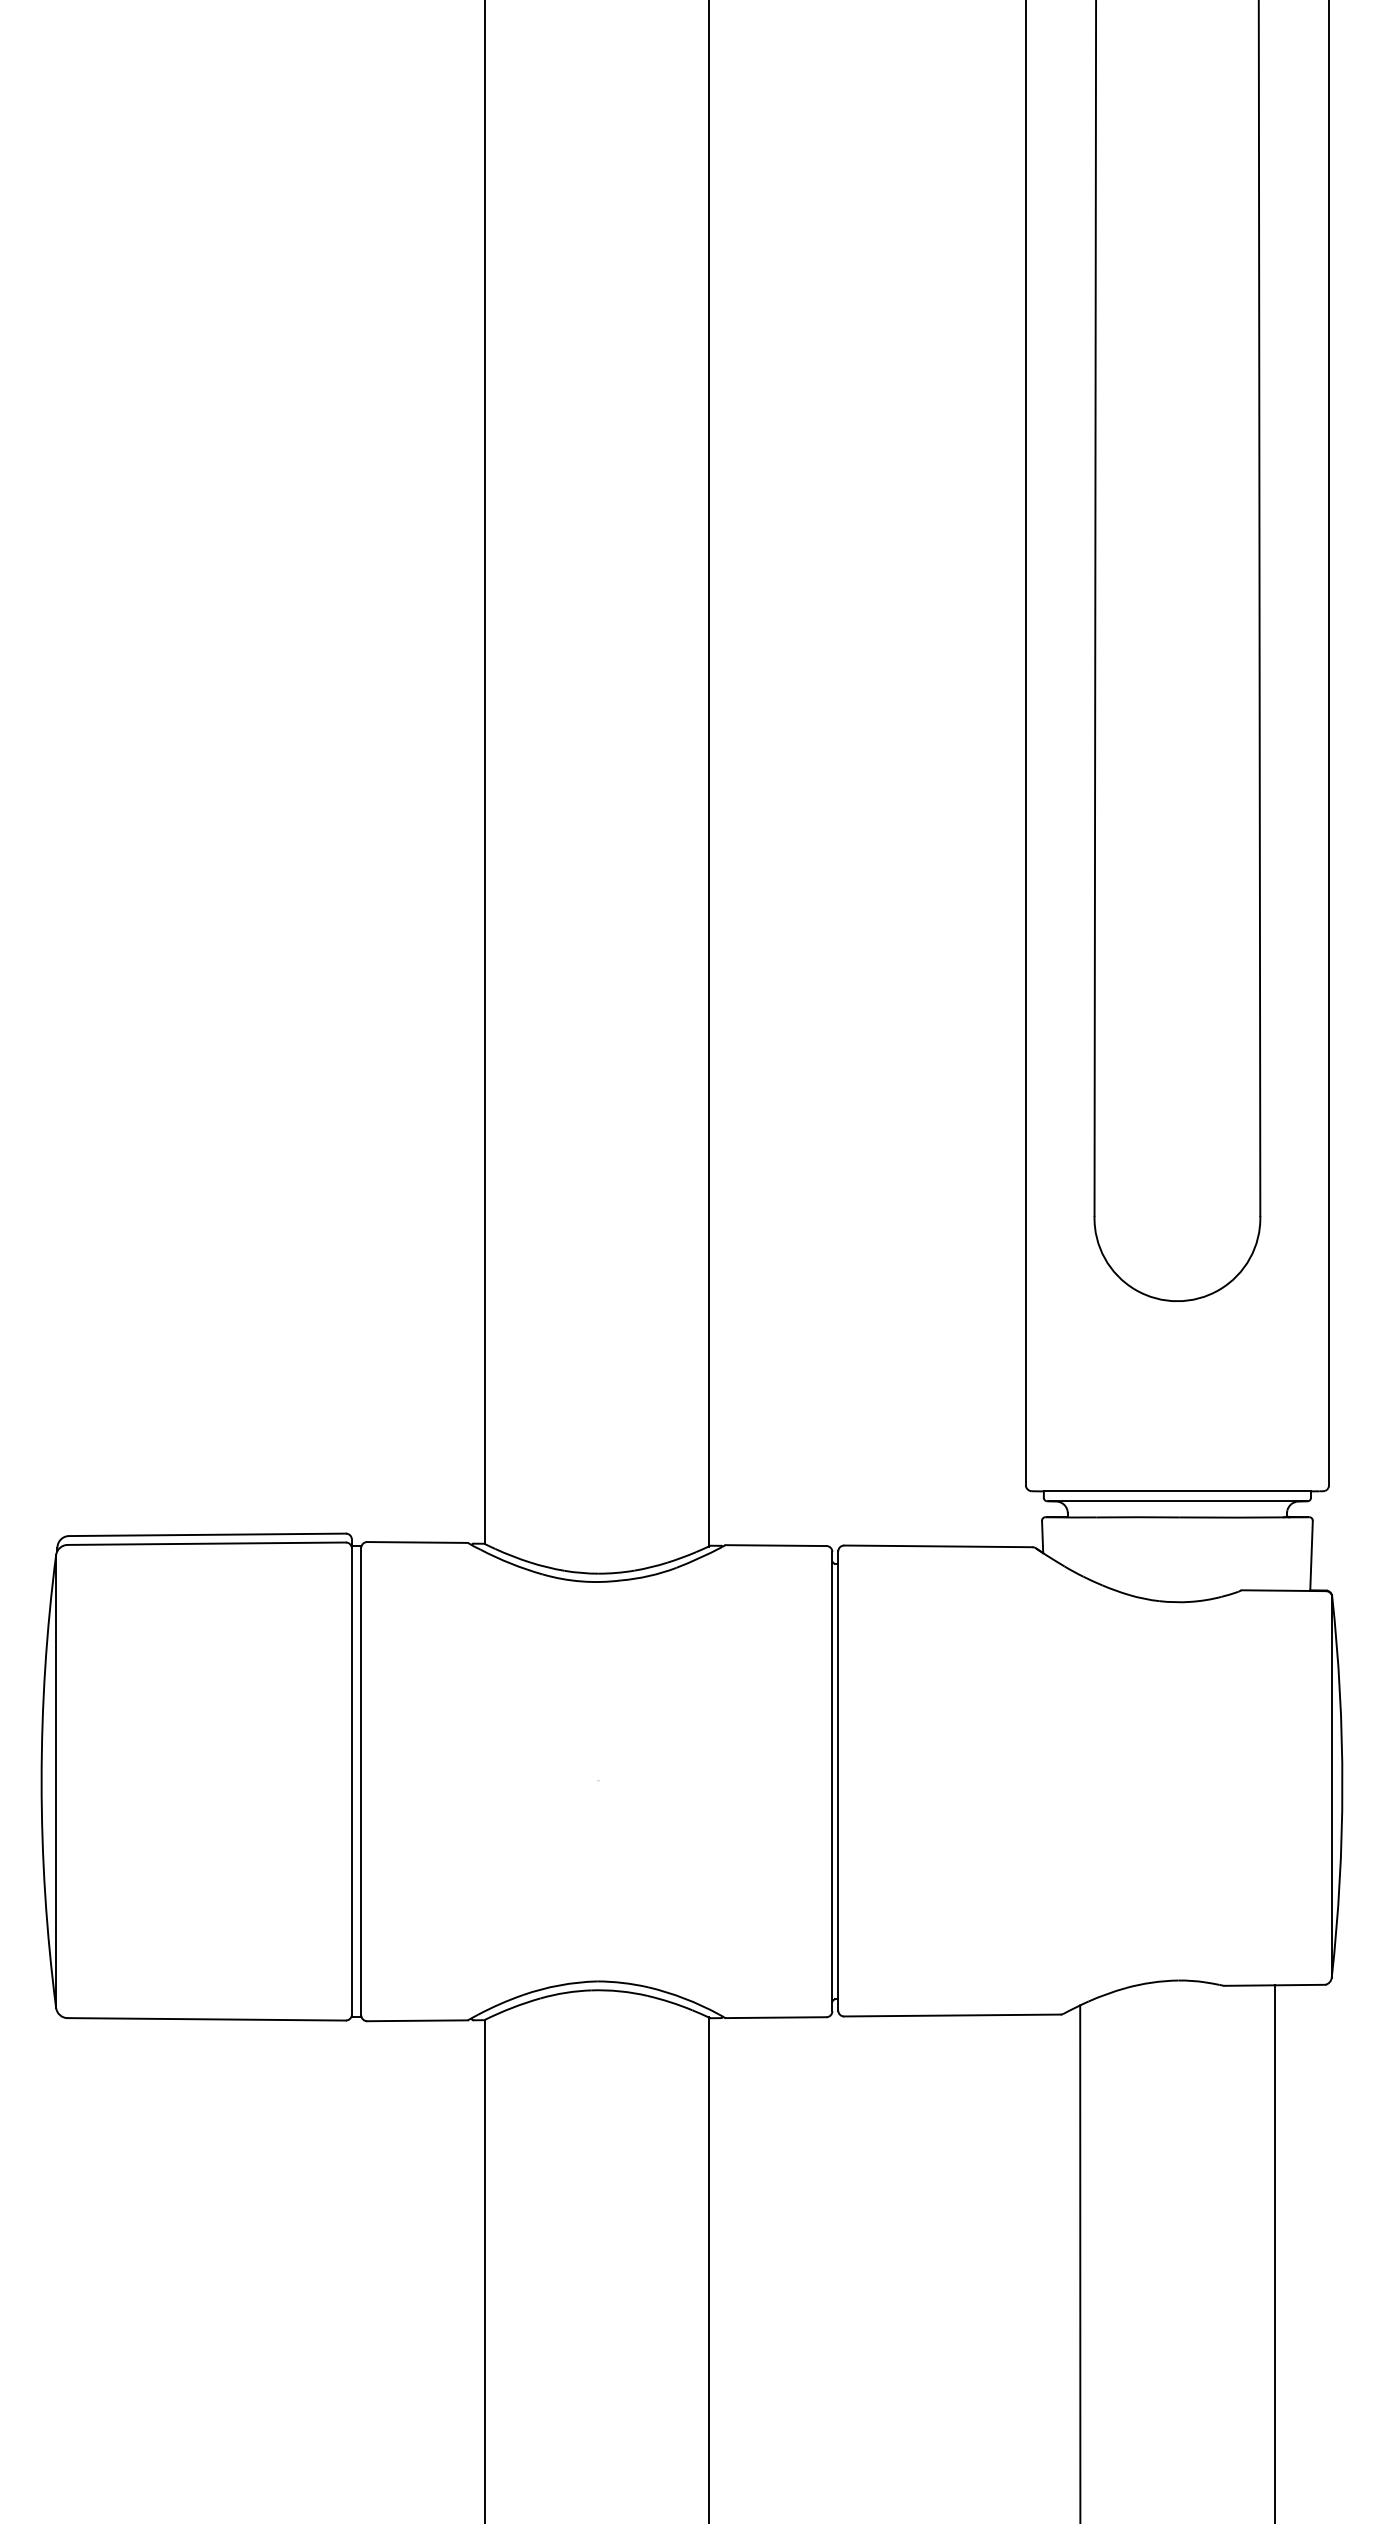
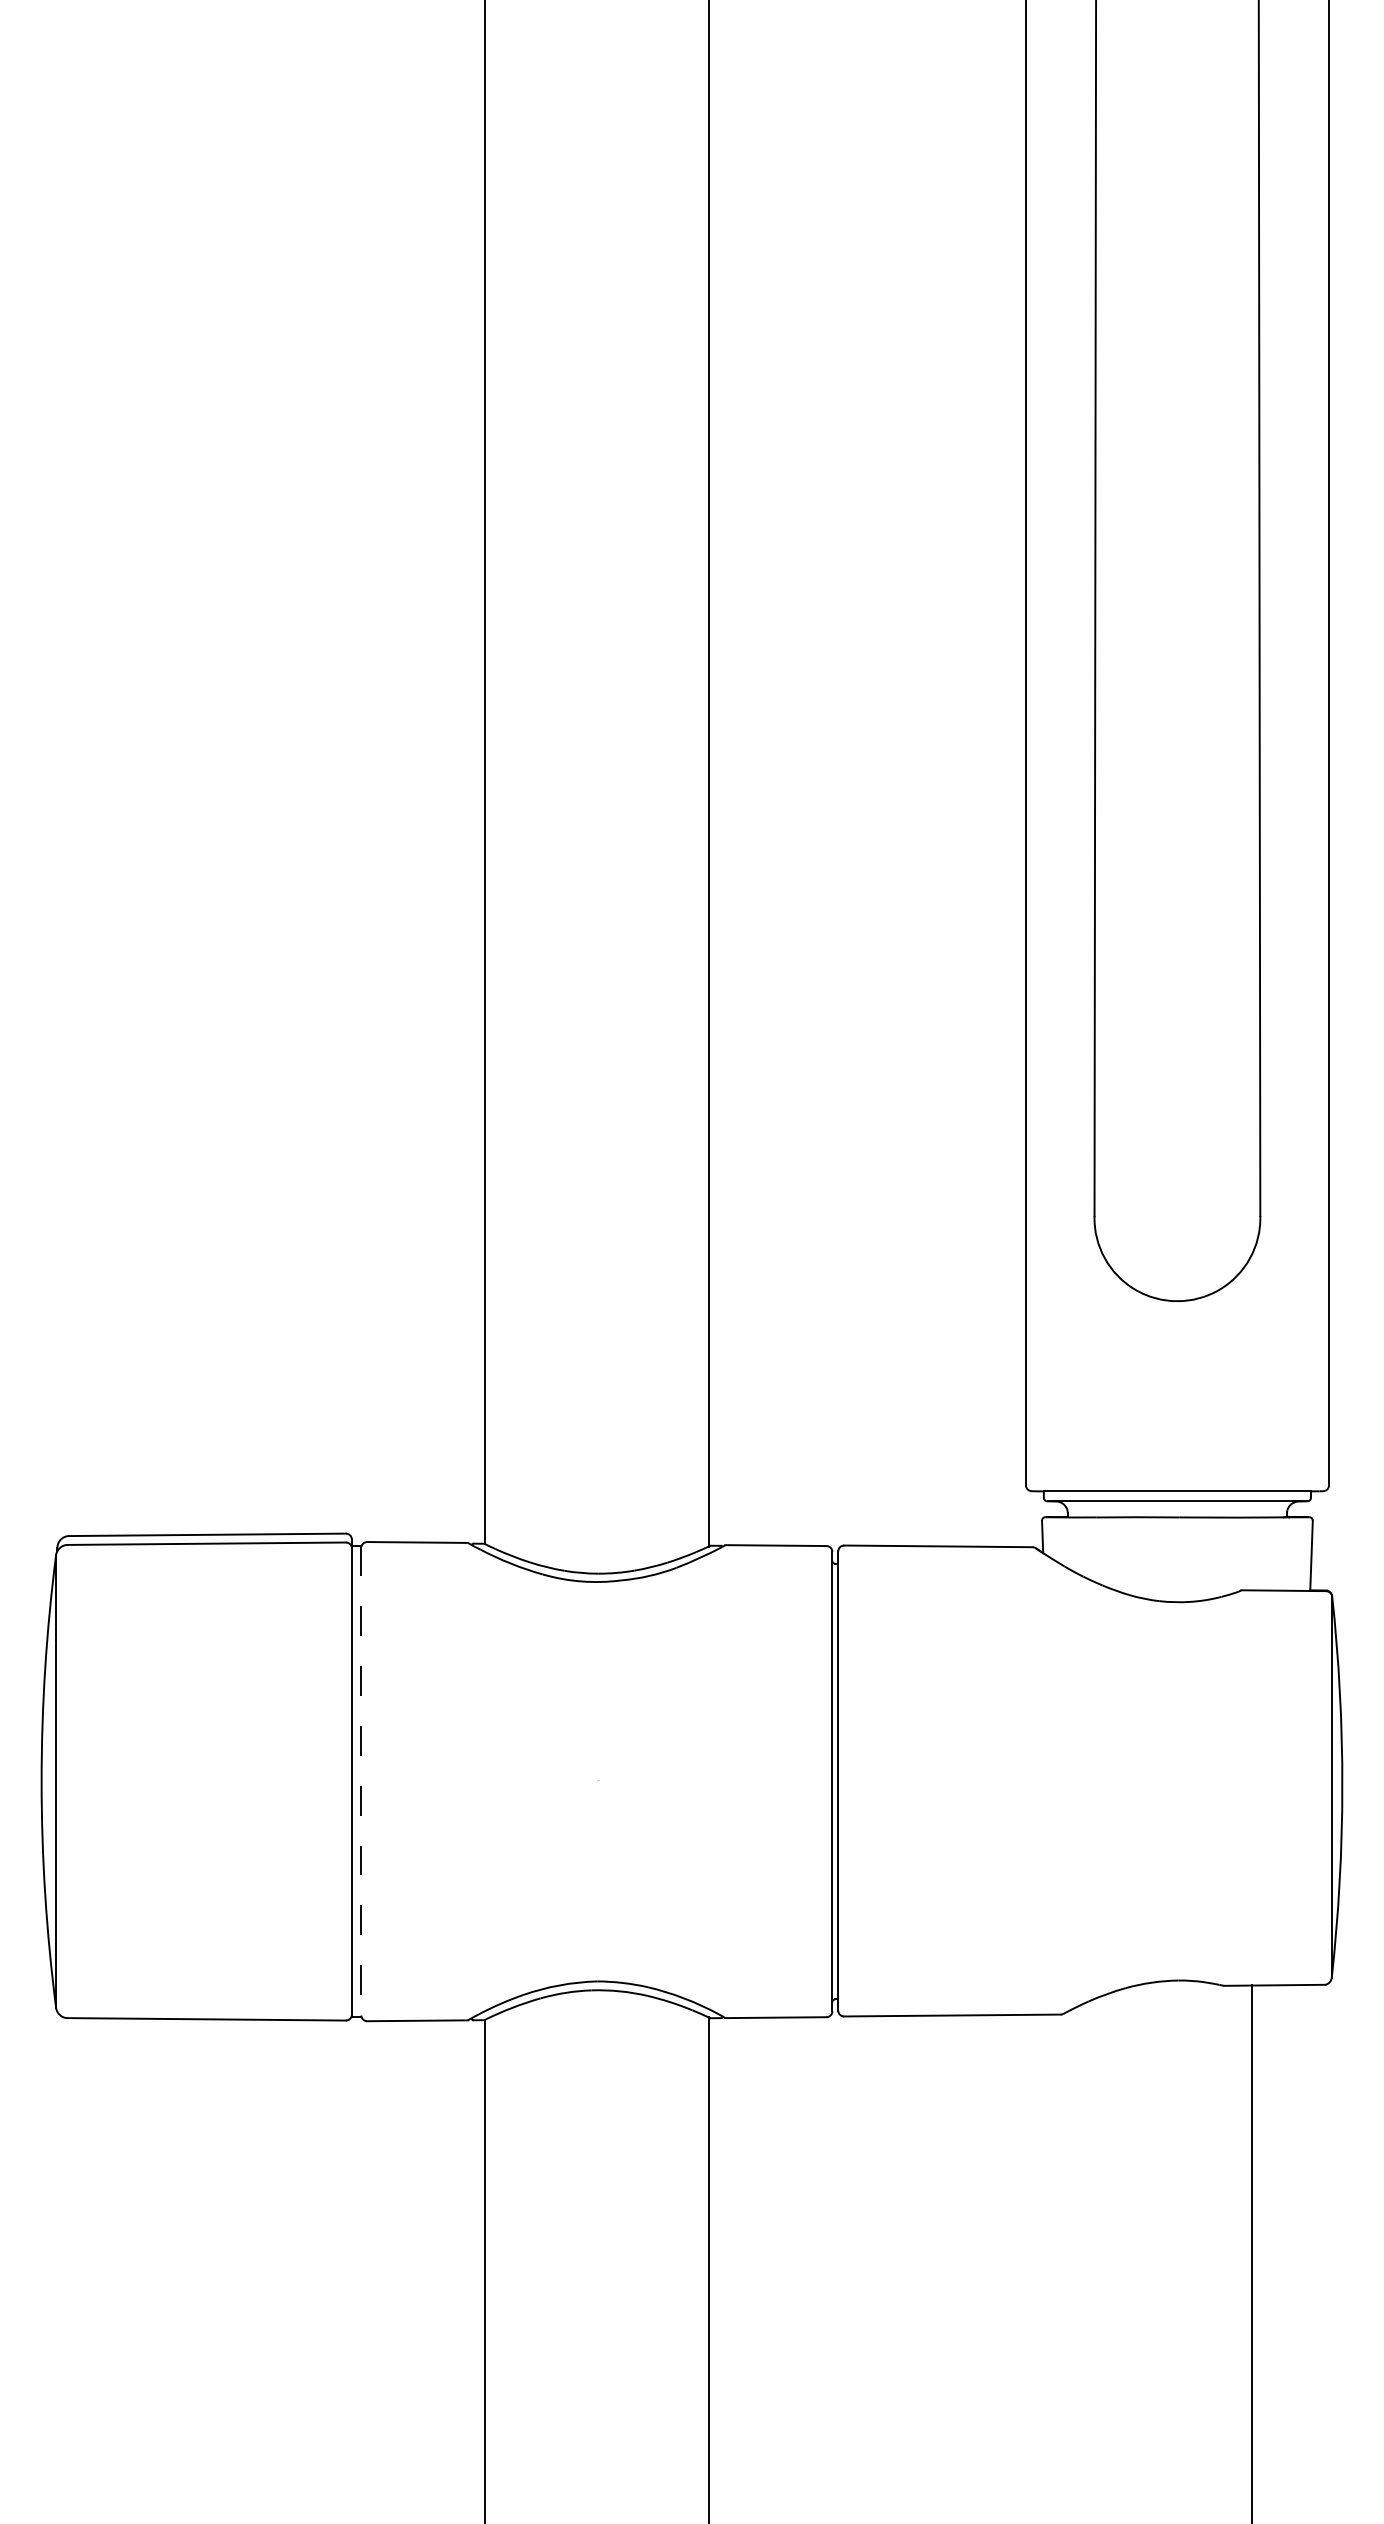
line at (361, 1782): solid -> dashed
line at (1274, 2252) position: (1274, 2252) -> (1251, 2252)
line at (1080, 2262): present -> none
